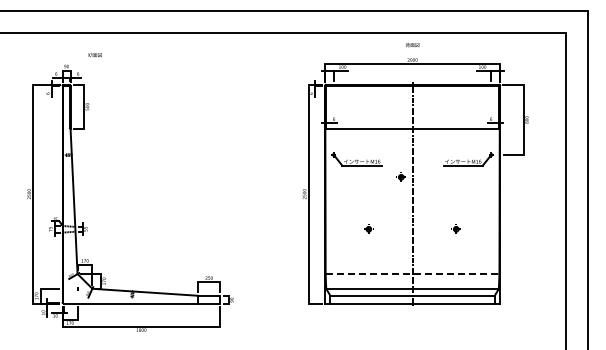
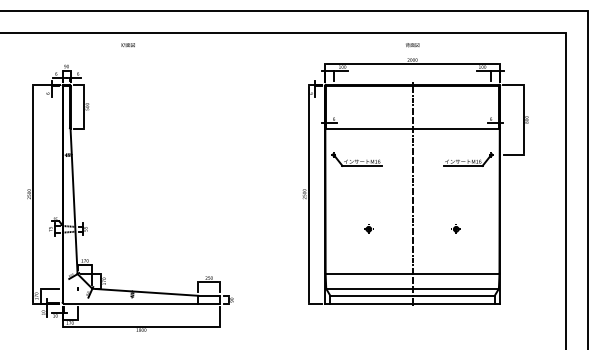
text at (94, 55) position: (94, 55) -> (127, 45)
part at (400, 176): present -> none
line at (412, 273): dashed -> solid
